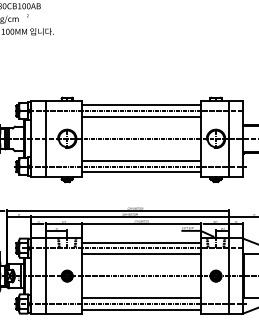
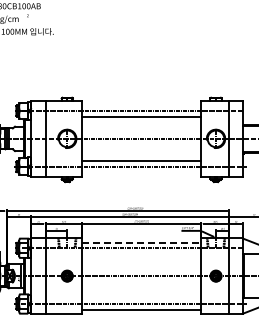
line at (141, 105): present -> none
line at (141, 172): present -> none
line at (141, 242): solid -> dashed
line at (141, 253): present -> none
line at (141, 298): present -> none
